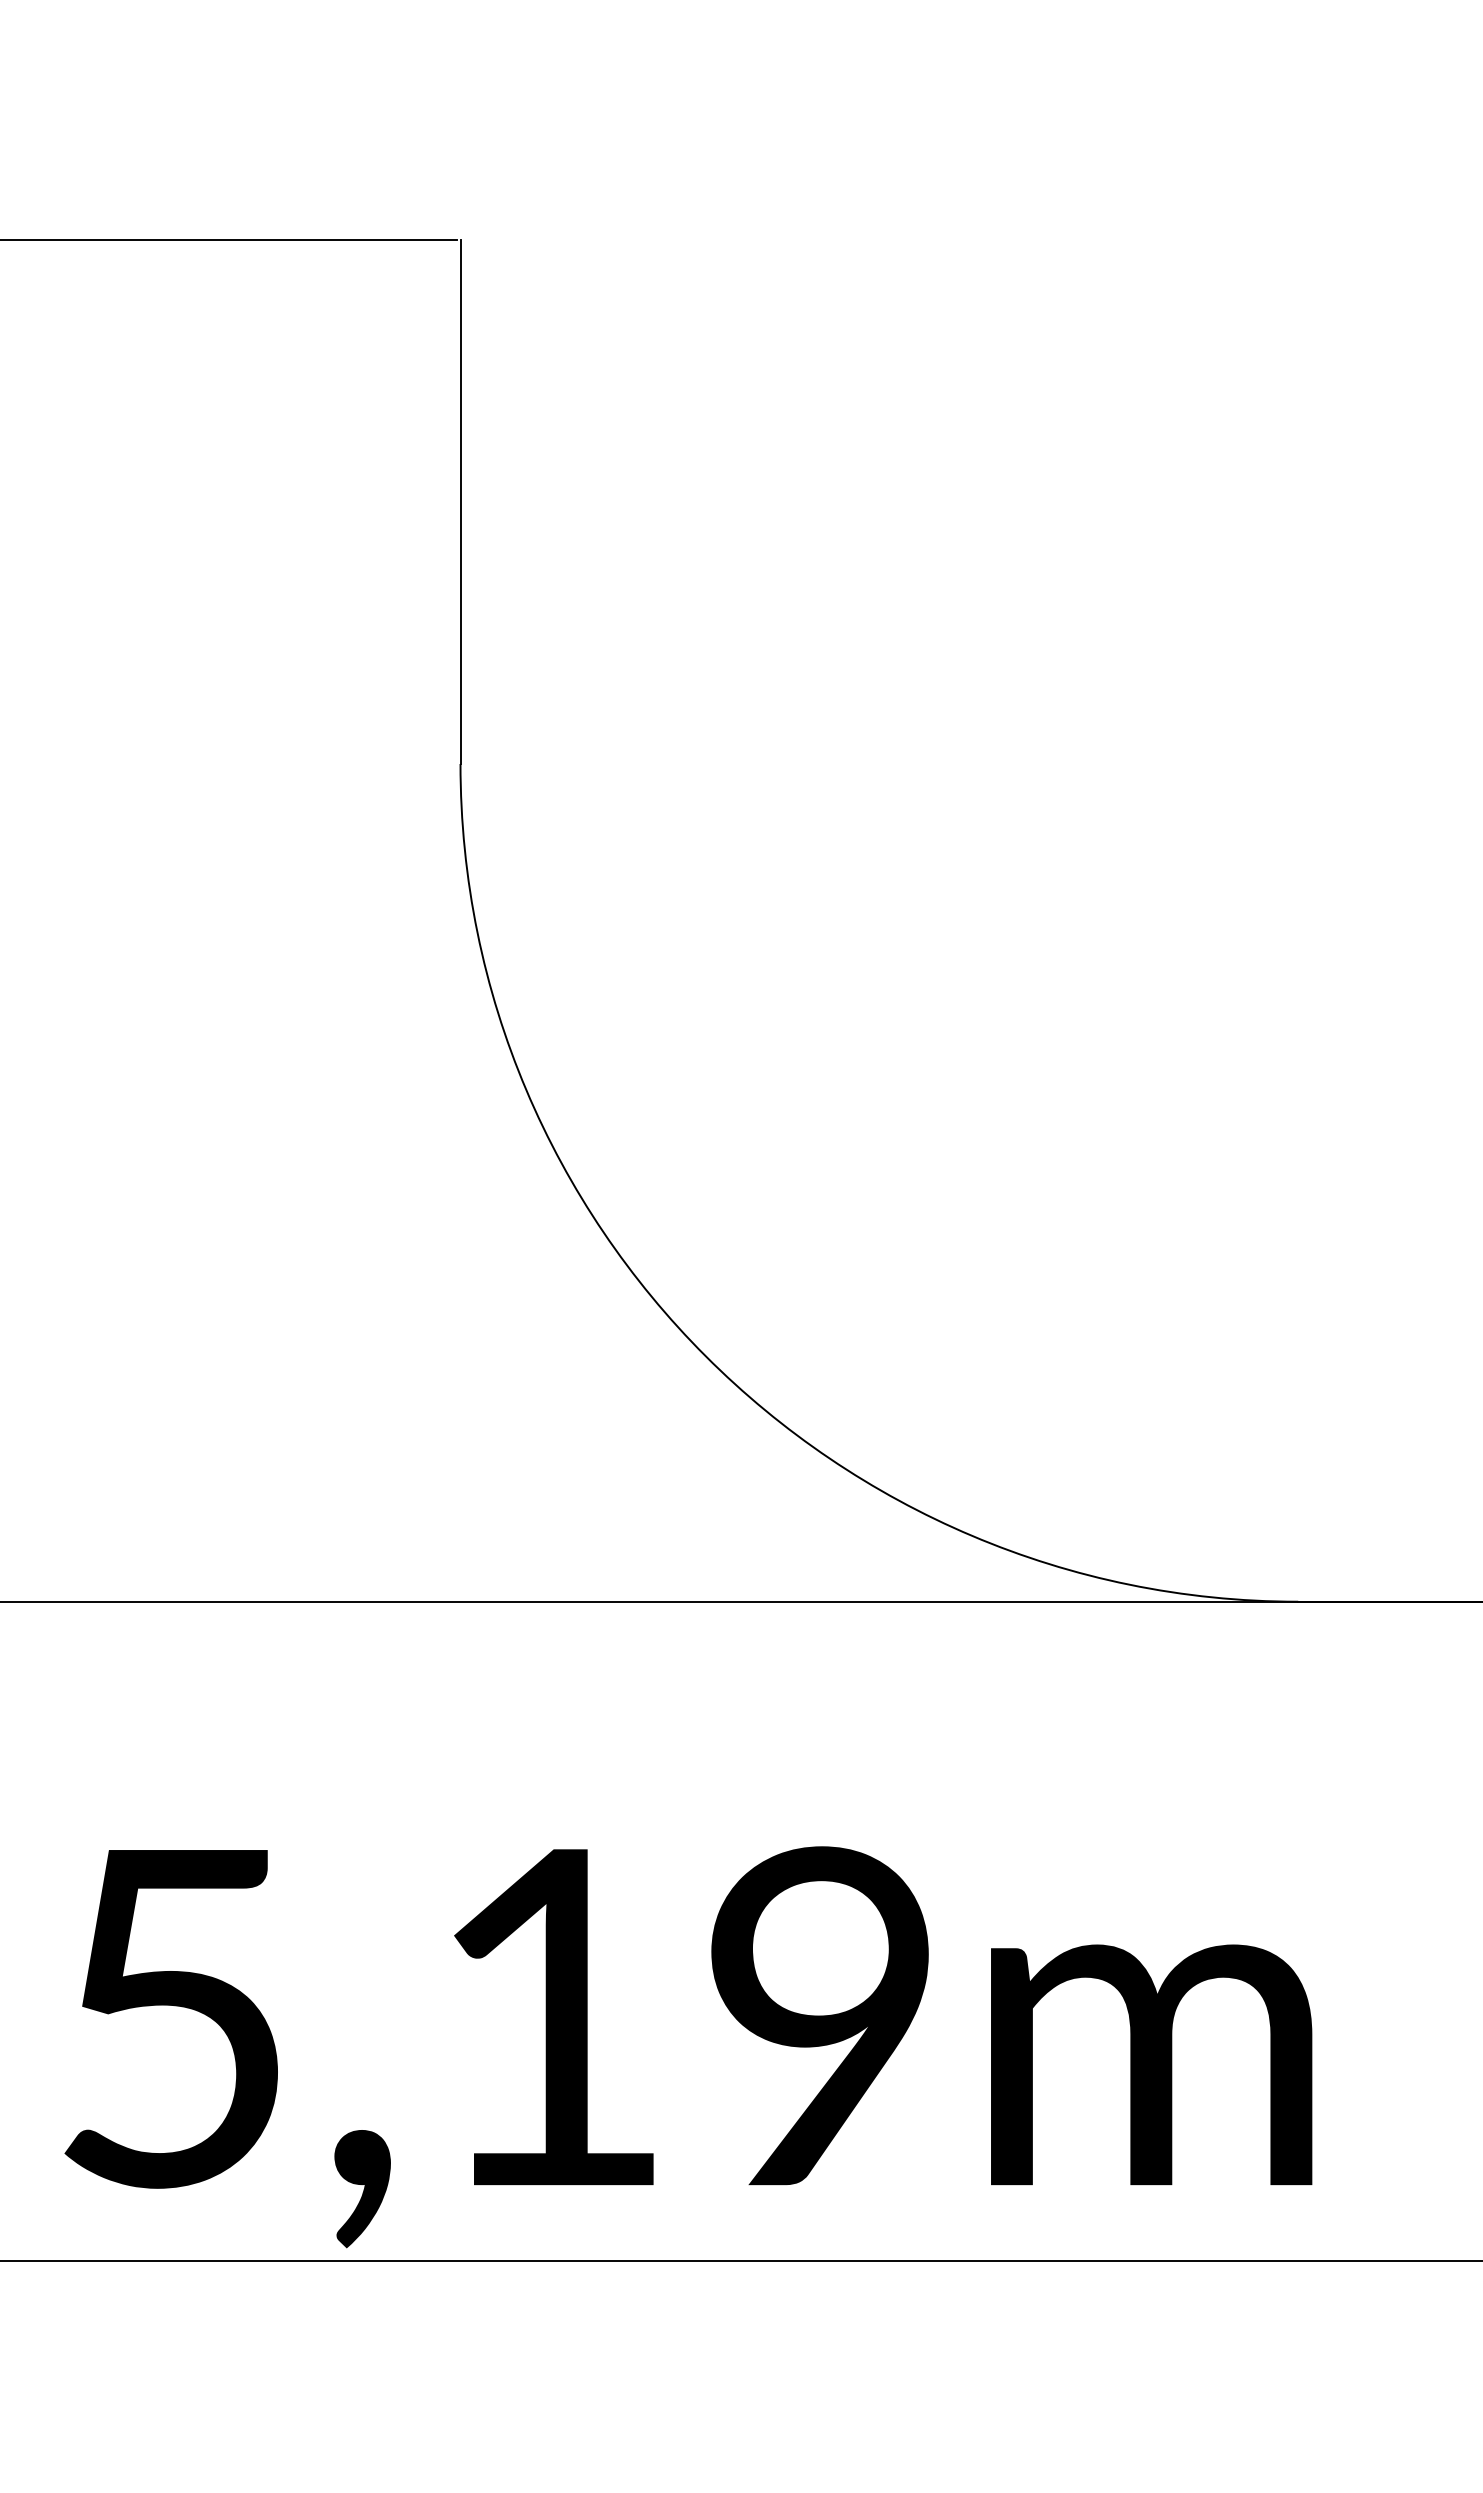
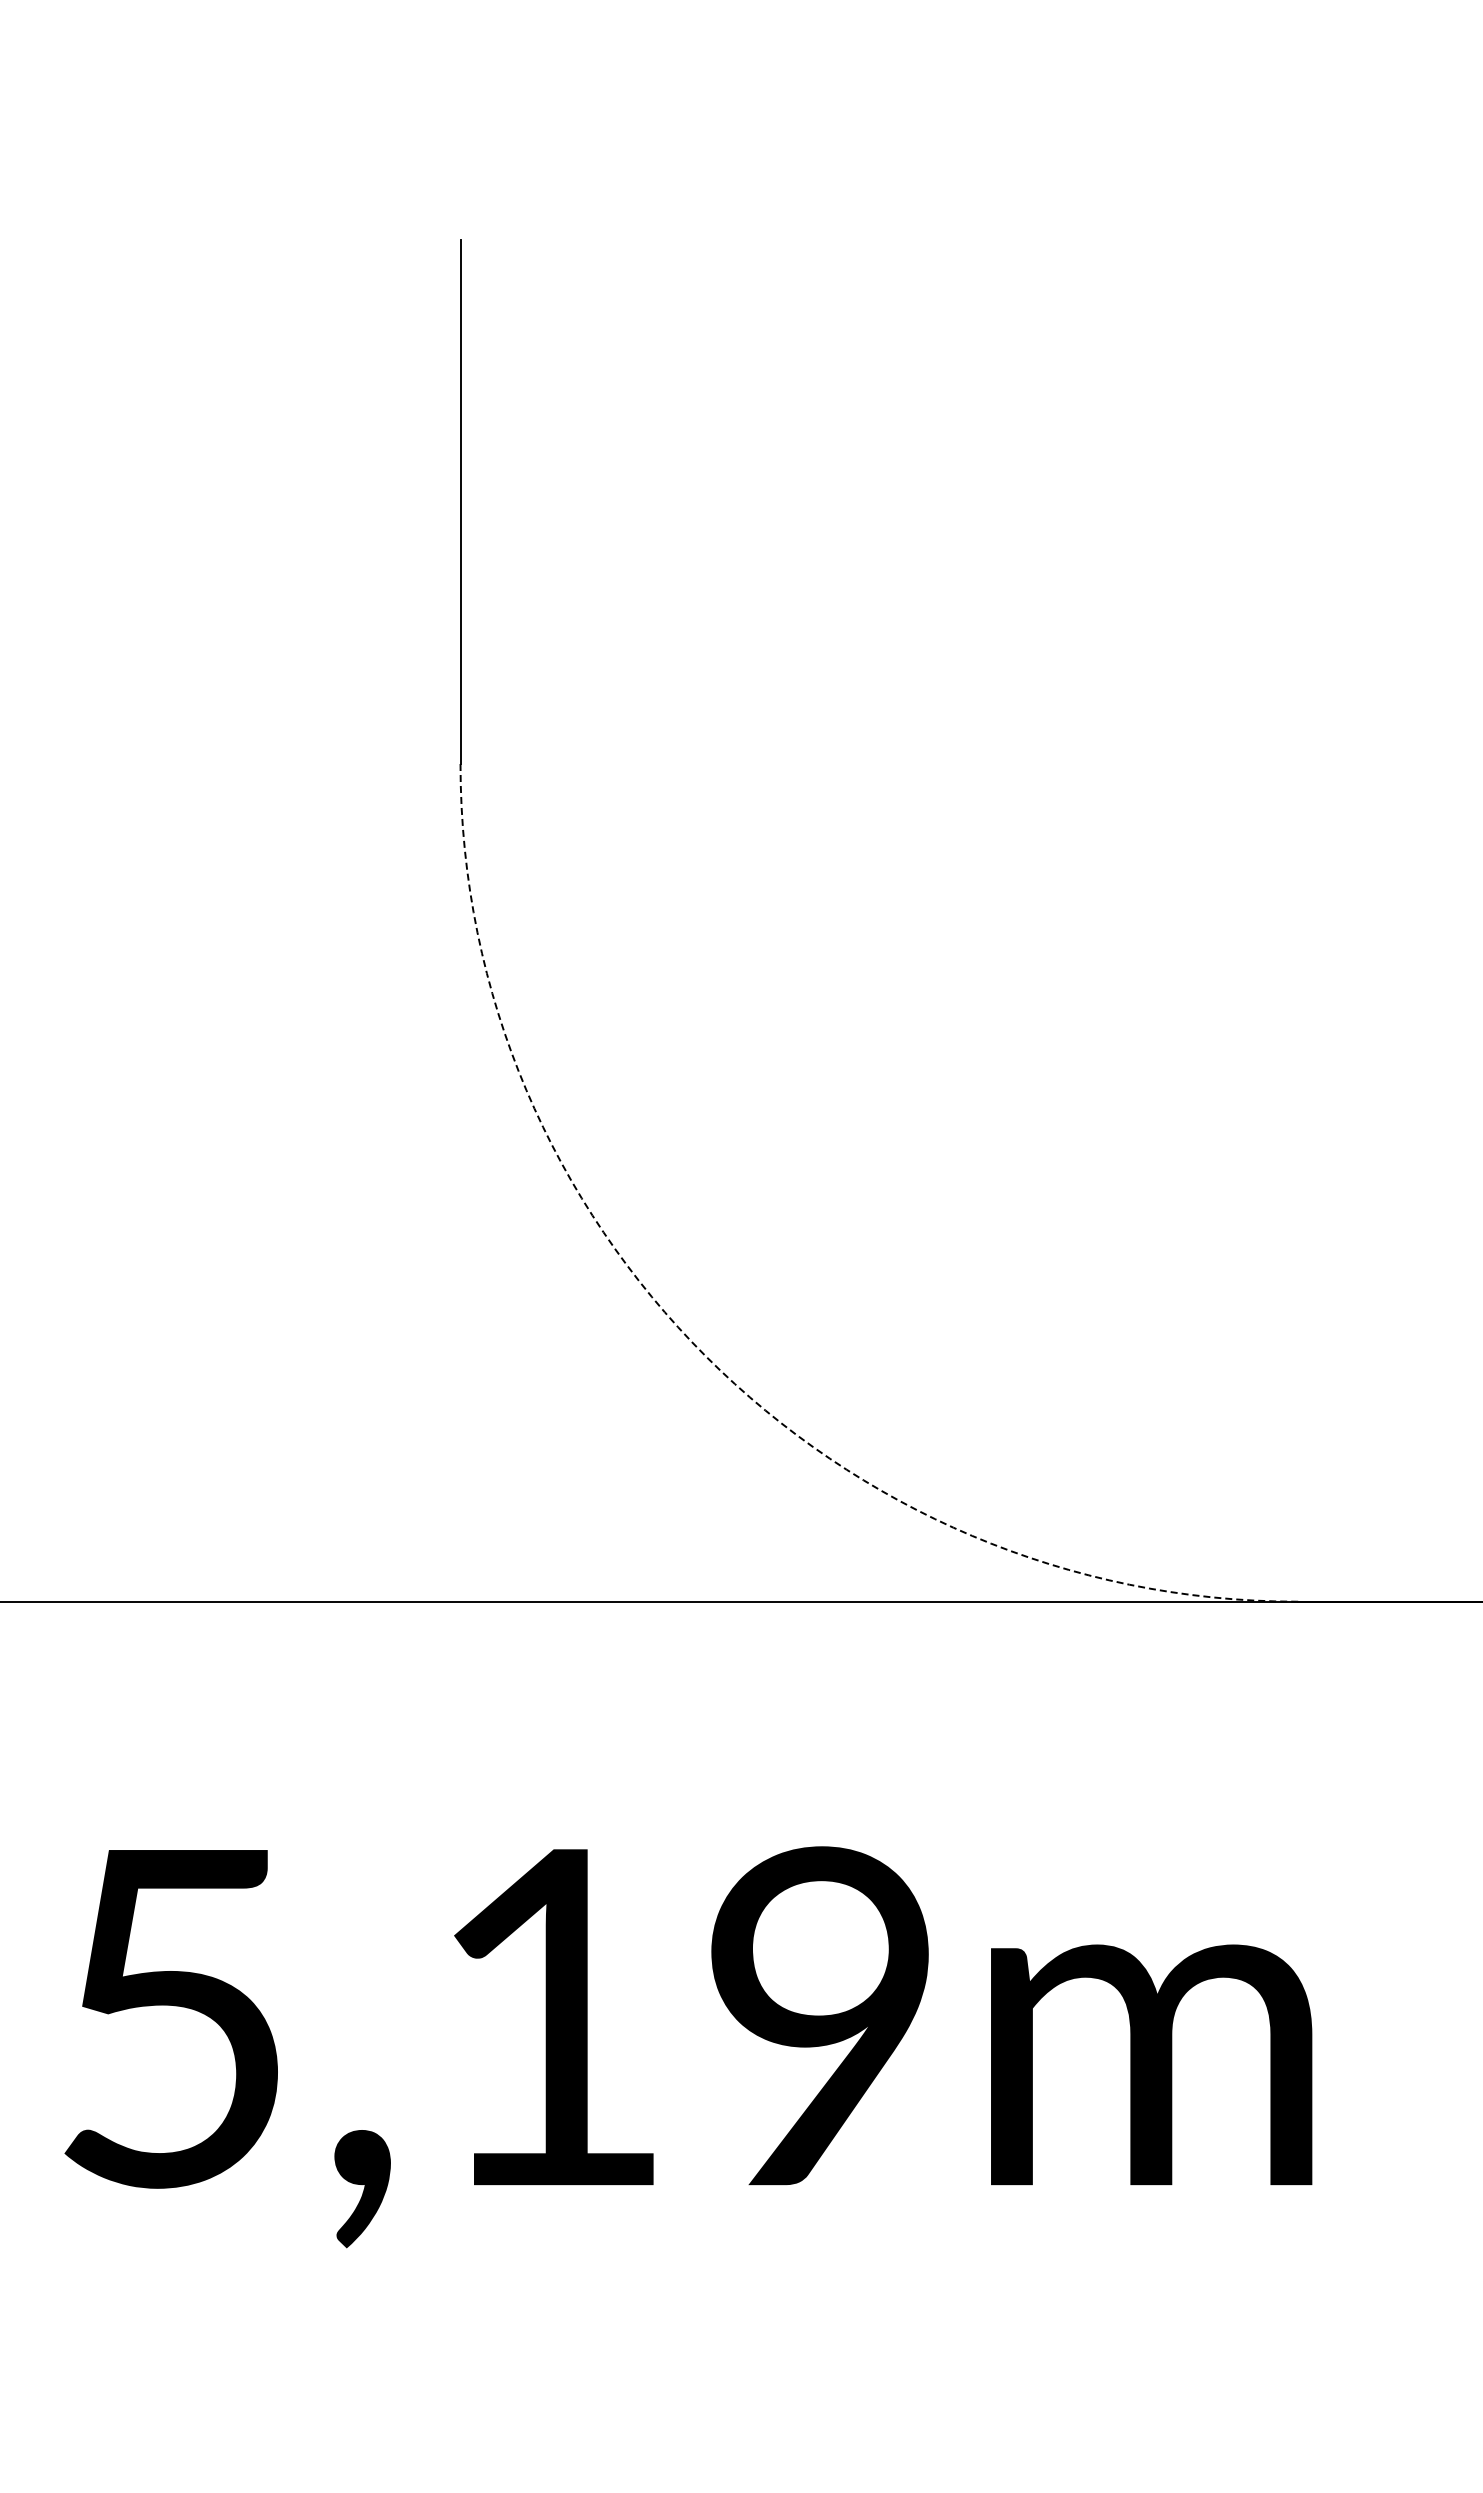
line at (229, 240): present -> none
arc at (705, 1356): solid -> dashed
line at (740, 2260): present -> none
